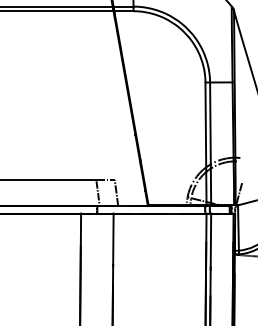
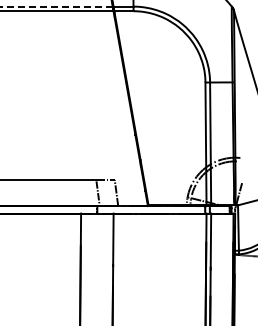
line at (56, 6): solid -> dashed
